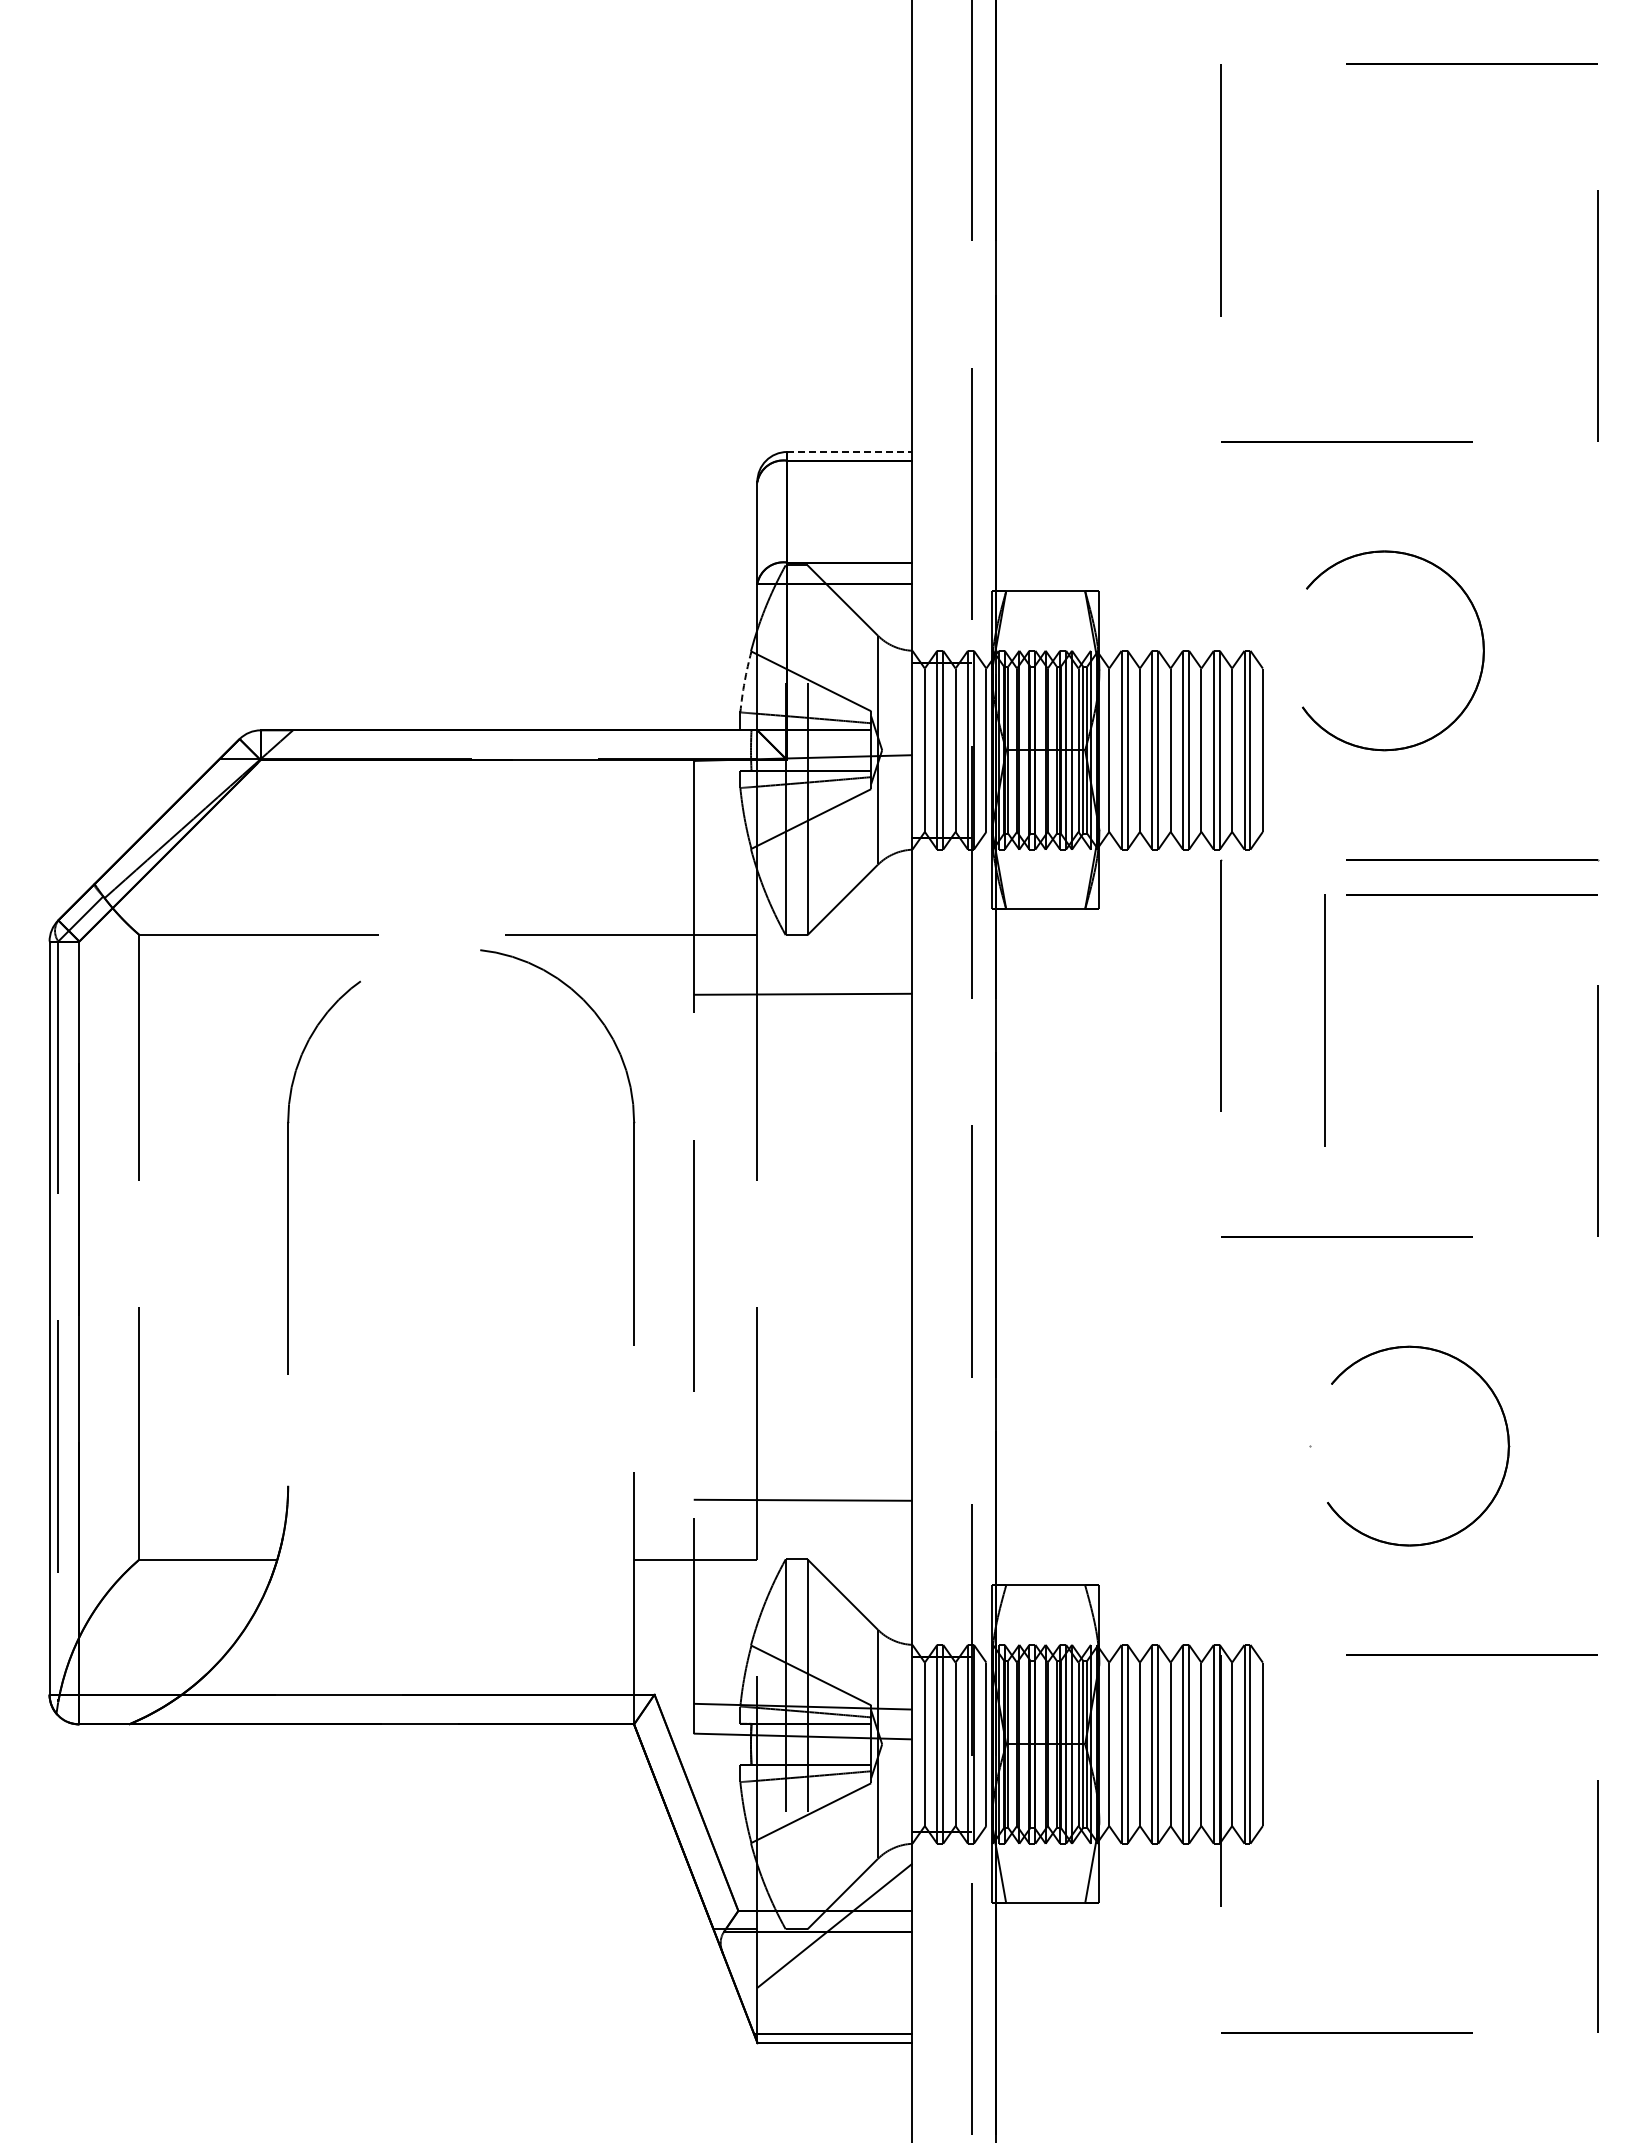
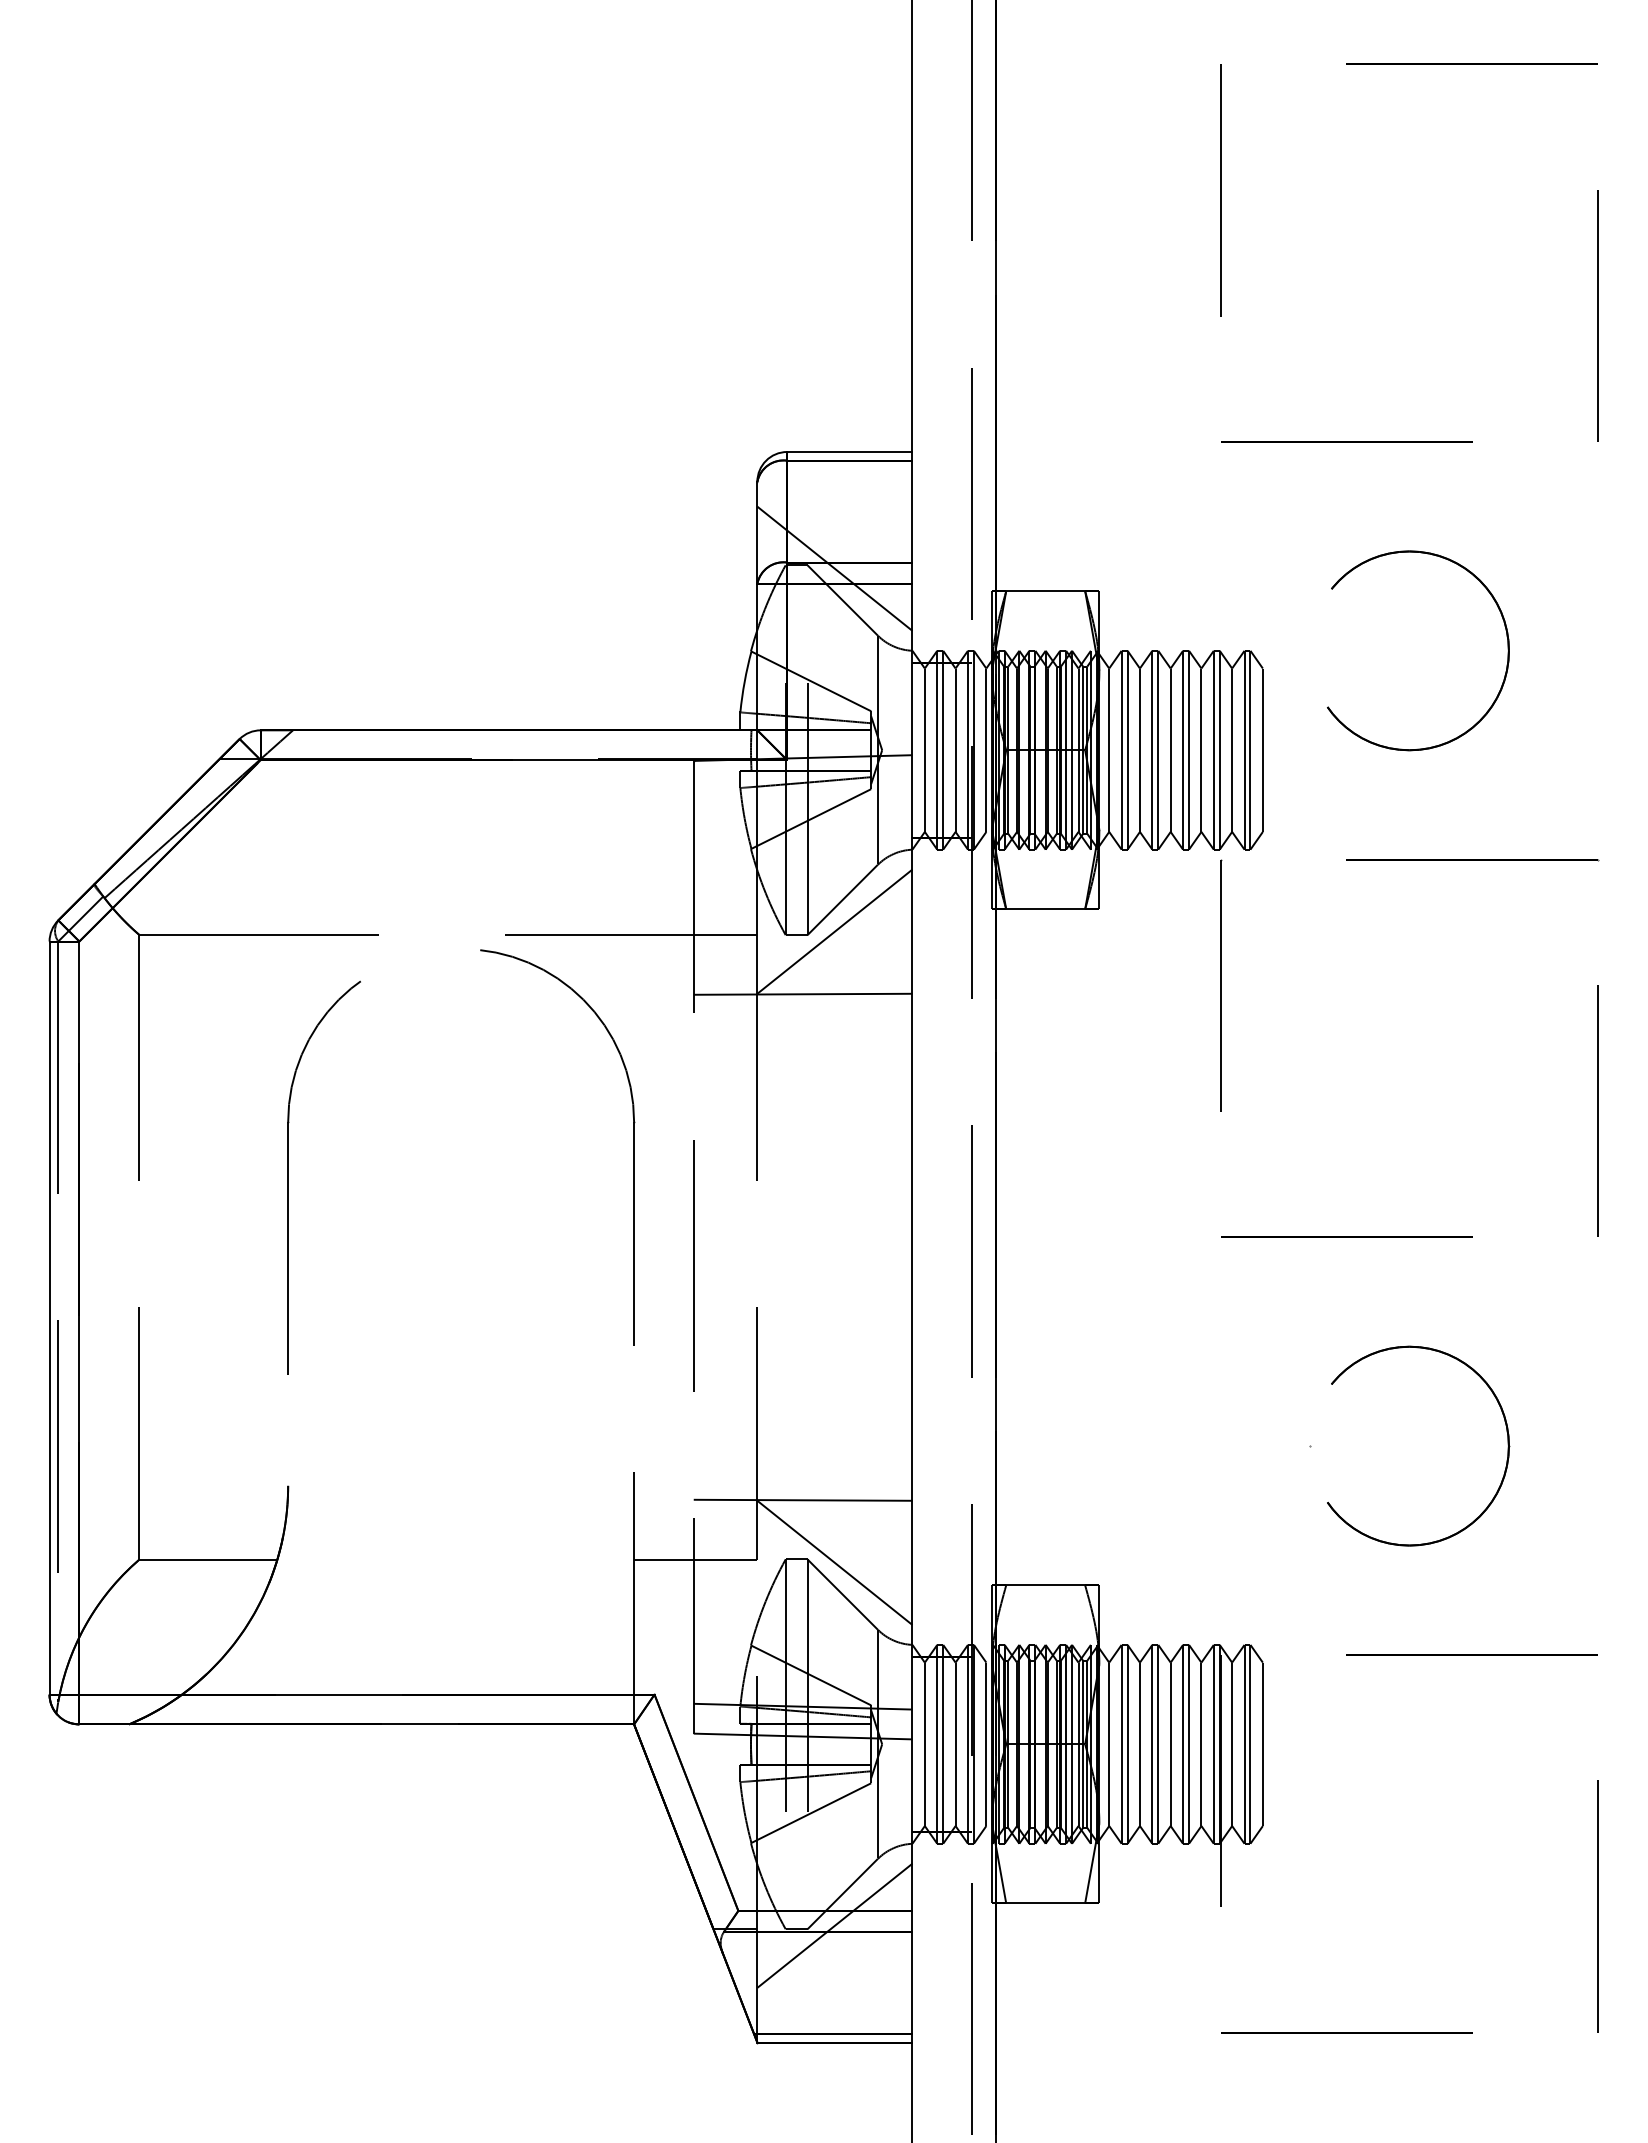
line at (849, 452): dashed -> solid
line at (834, 568): none -> present
part at (1482, 649) position: (1482, 649) -> (1507, 649)
arc at (744, 681): dashed -> solid
line at (1471, 894): present -> none
line at (834, 931): none -> present
line at (1324, 1020): present -> none
line at (834, 1562): none -> present
